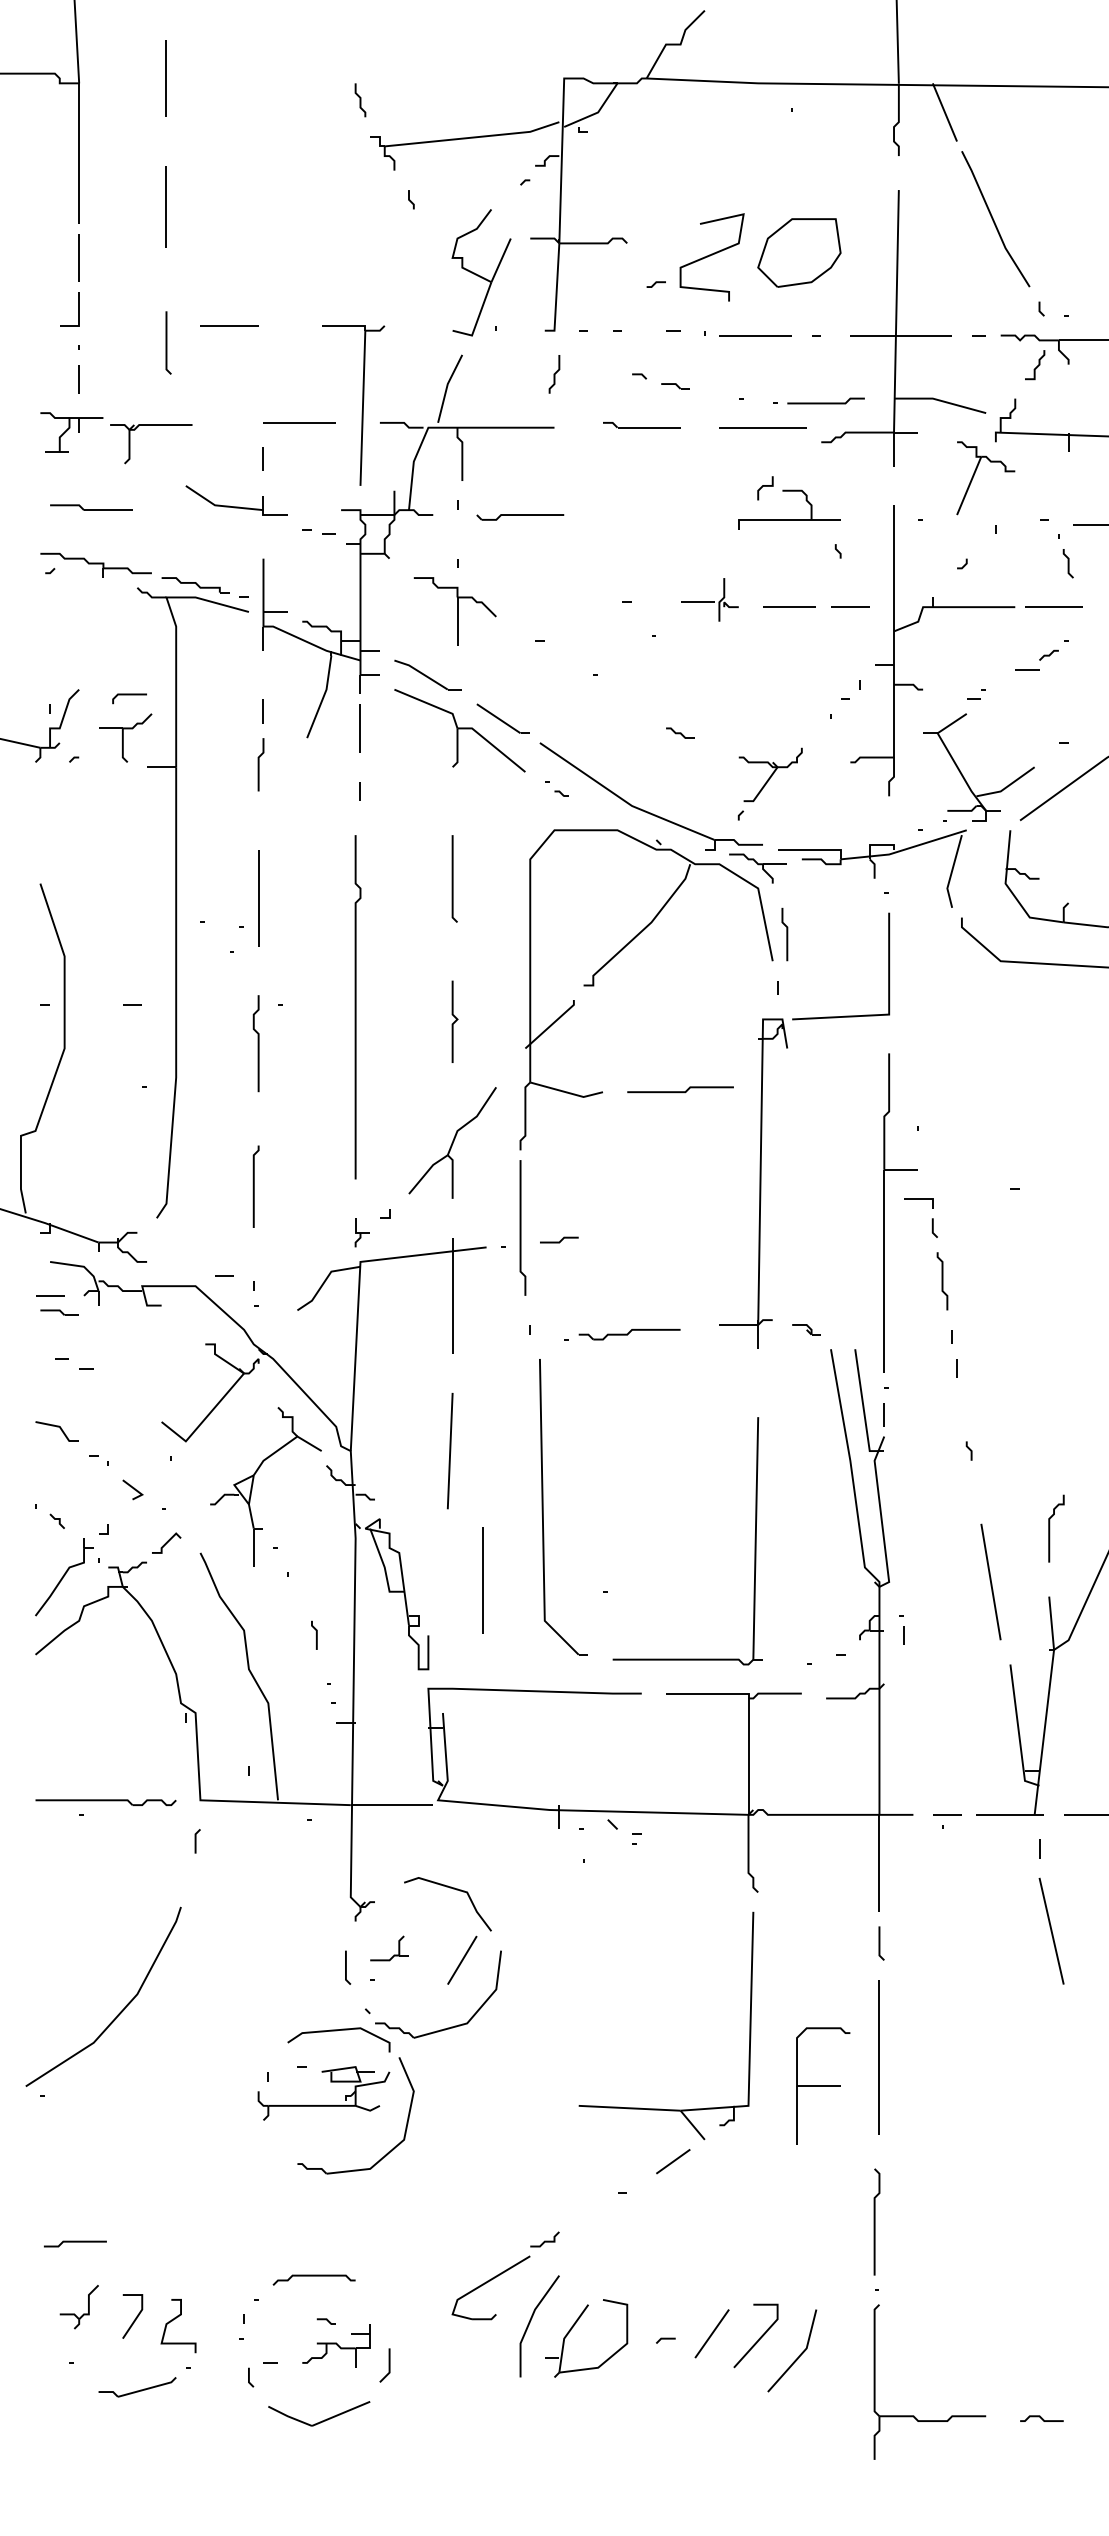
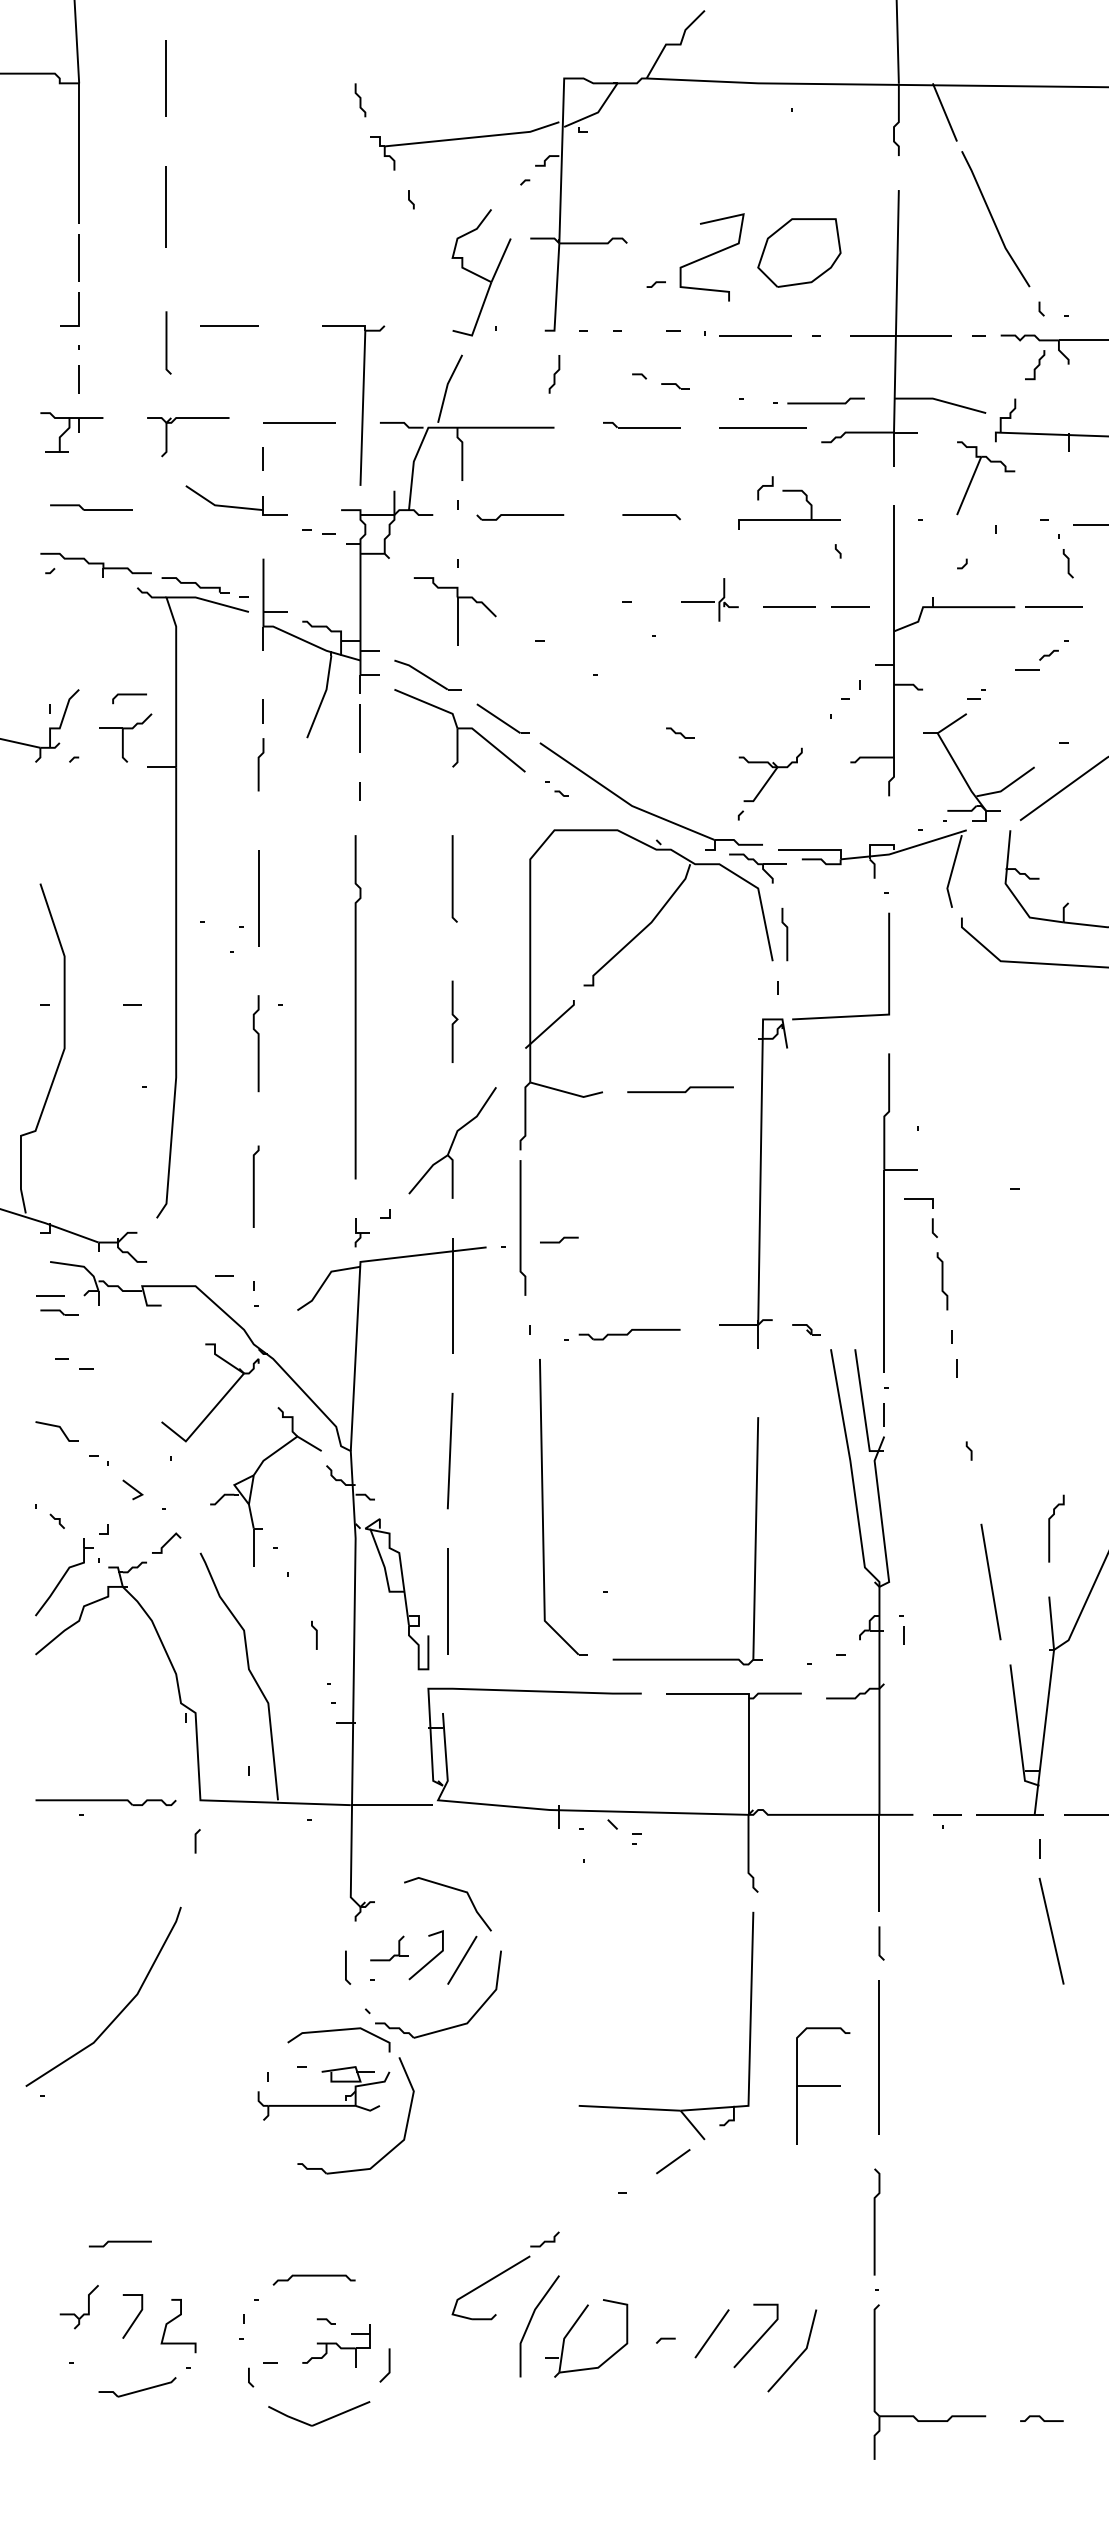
part at (151, 425) position: (151, 425) -> (188, 418)
line at (651, 515): none -> present
line at (482, 1580) position: (482, 1580) -> (447, 1601)
line at (429, 1960): none -> present
line at (75, 2242) position: (75, 2242) -> (120, 2242)
